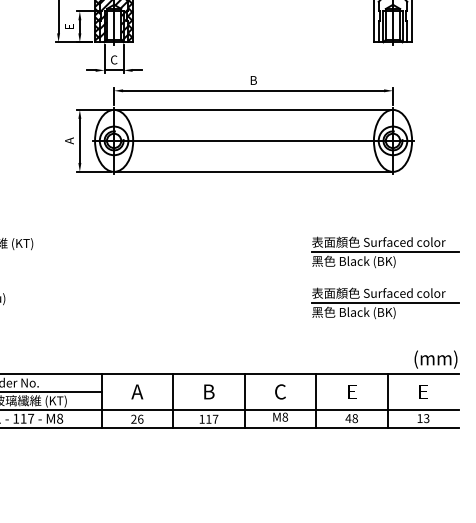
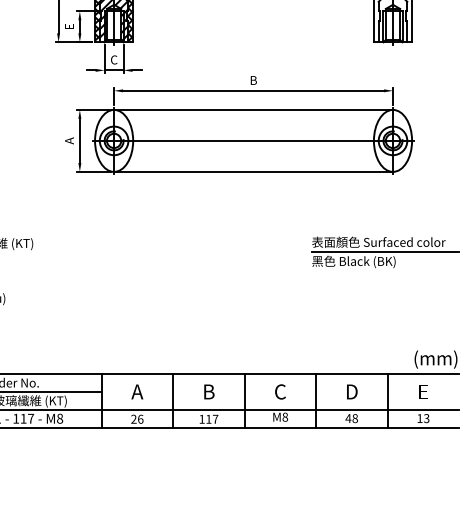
part at (385, 303): present -> none
text at (352, 391): E -> D
